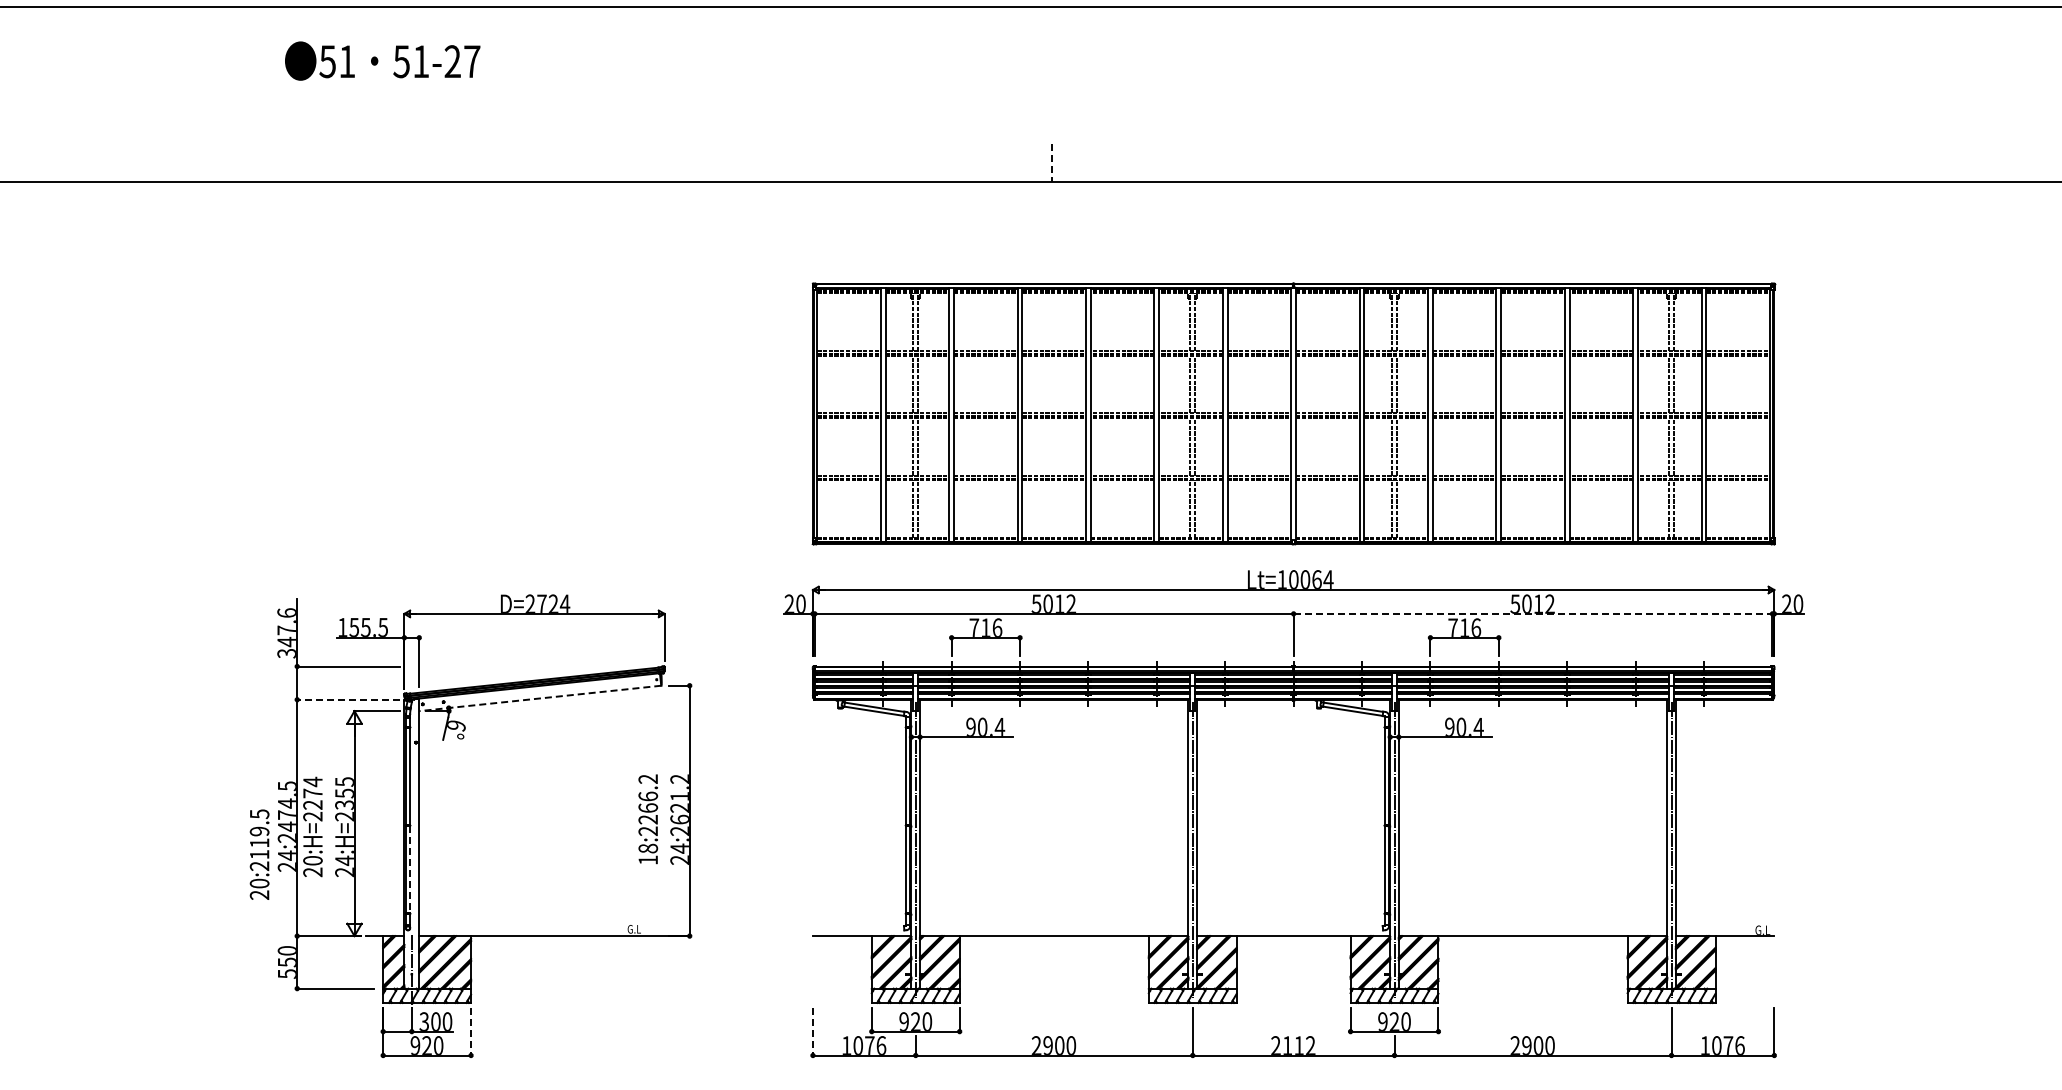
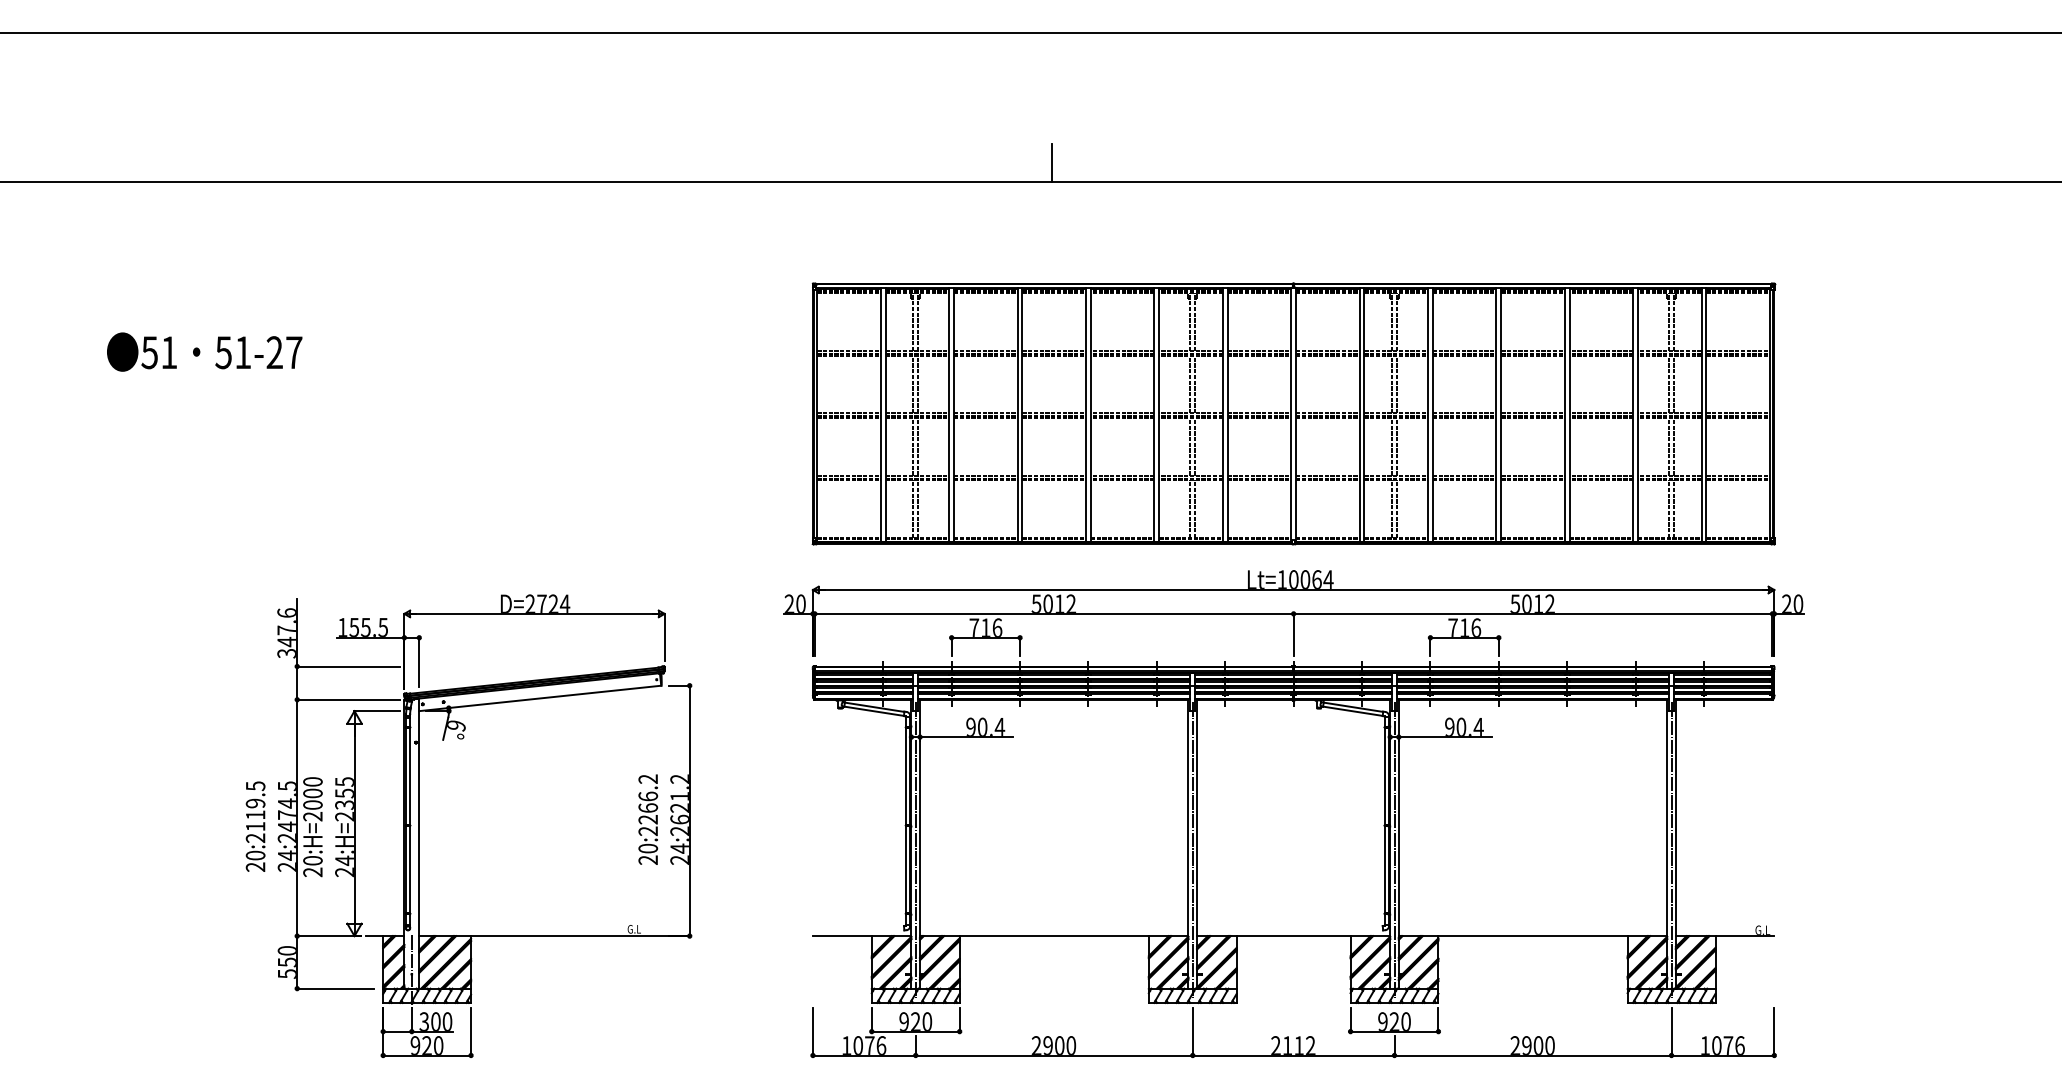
line at (1030, 6) position: (1030, 6) -> (1030, 32)
text at (382, 60) position: (382, 60) -> (204, 351)
line at (1052, 163): dashed -> solid
line at (1533, 613): dashed -> solid
line at (540, 698): dashed -> solid
line at (347, 699): dashed -> solid
text at (312, 792): 20:H=2274 -> 20:H=2000
text at (647, 853): 18:2266.2 -> 20:2266.2
text at (259, 854) position: (259, 854) -> (255, 826)
line at (410, 869): dashed -> solid
line at (471, 1031): dashed -> solid
line at (812, 1031): dashed -> solid
